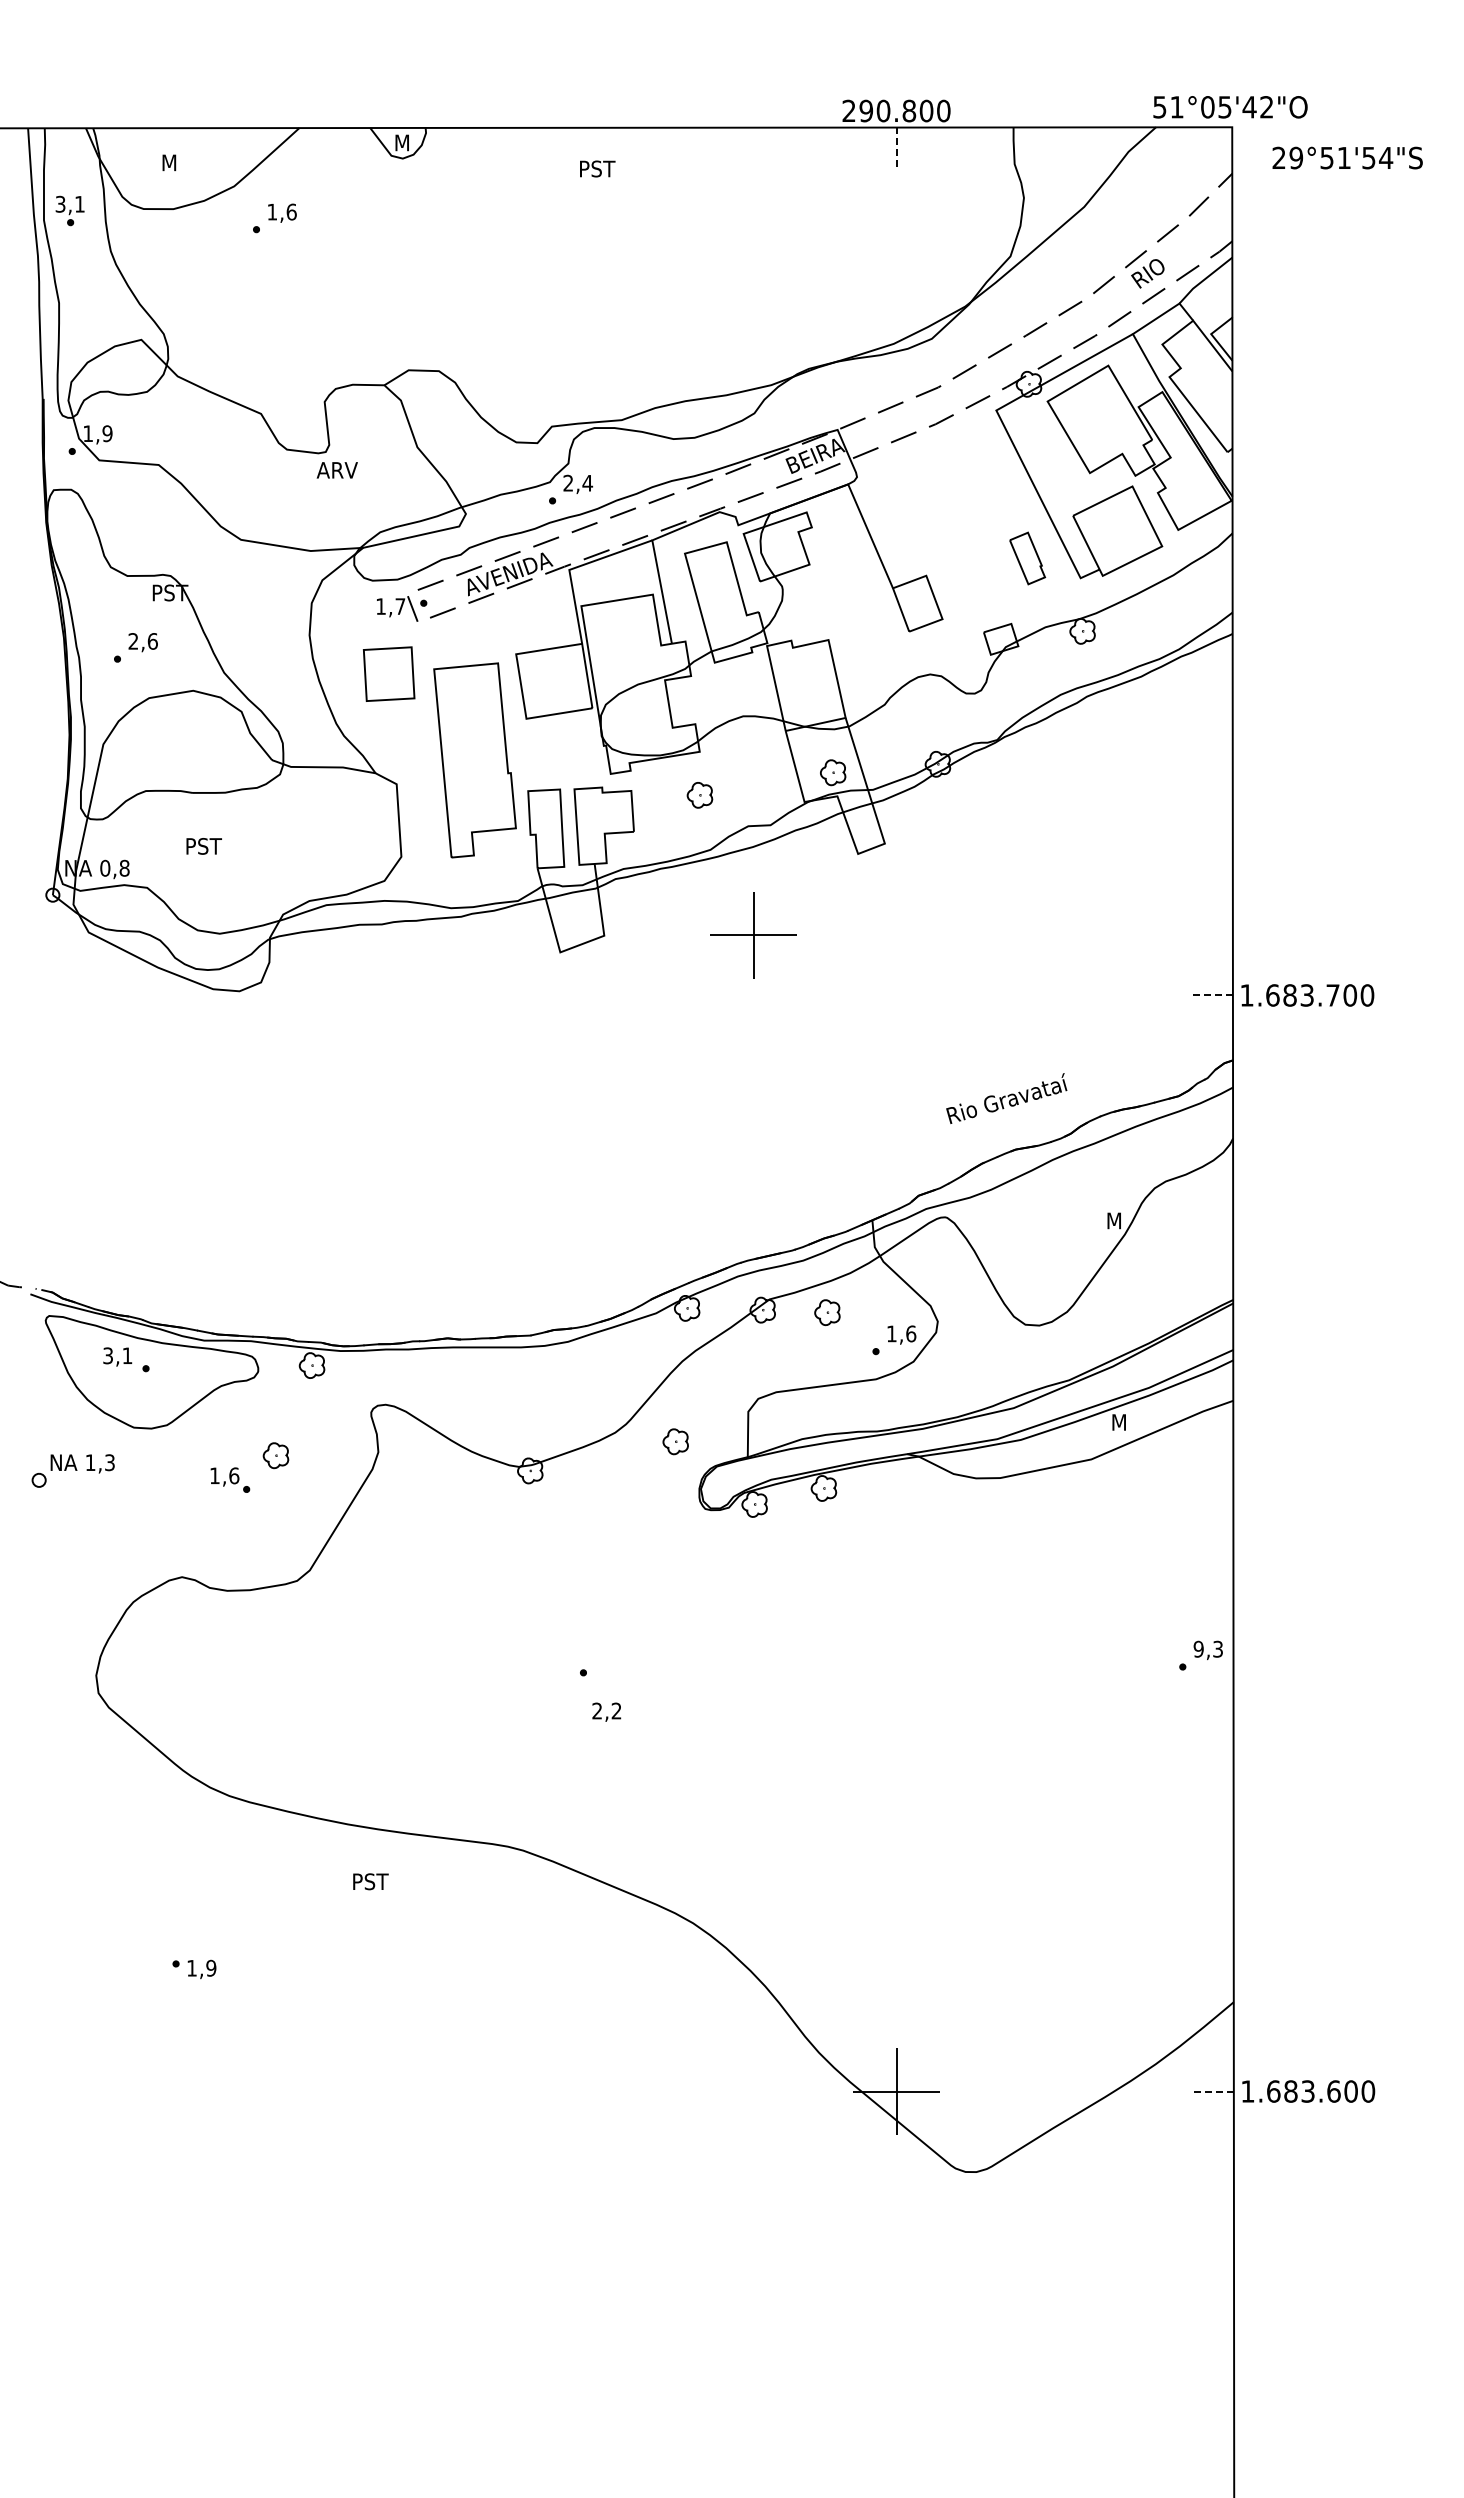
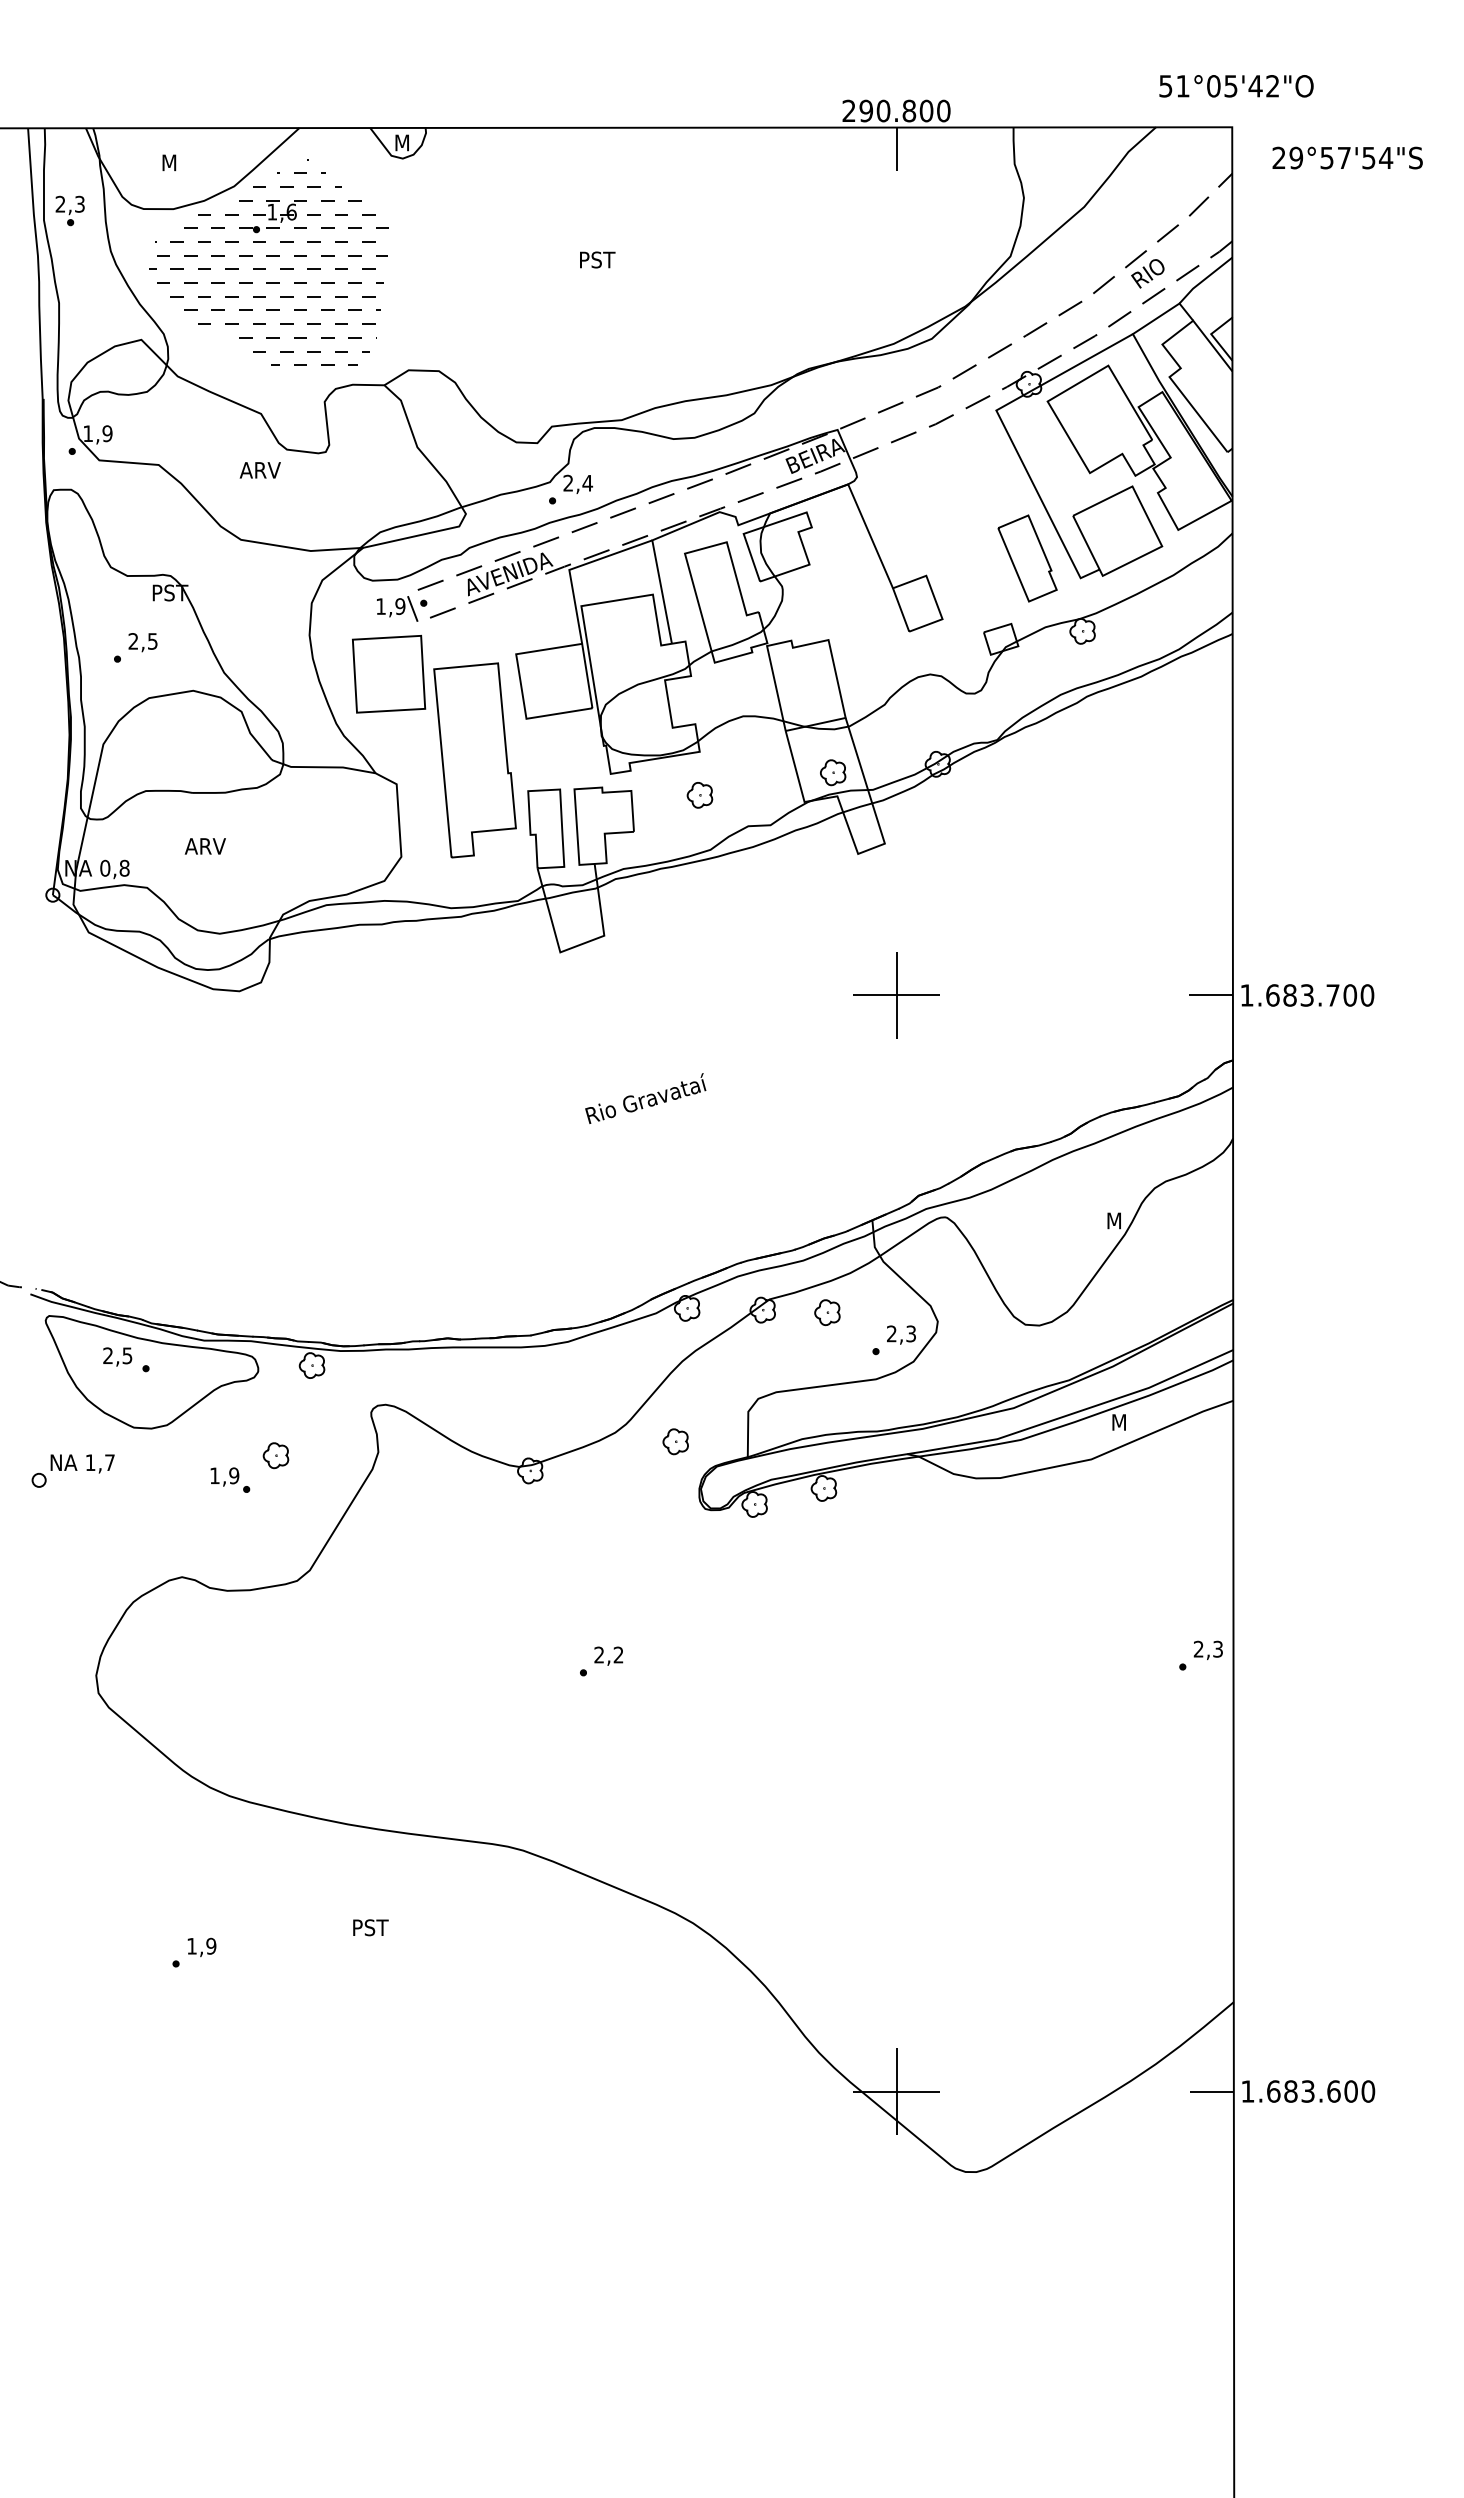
text at (1230, 107) position: (1230, 107) -> (1236, 86)
line at (896, 149): dashed -> solid
text at (1344, 157): 29°51'54"S -> 29°57'54"S
text at (597, 168) position: (597, 168) -> (597, 259)
text at (69, 203): 3,1 -> 2,3
hatch at (268, 262): none -> present
text at (336, 470) position: (336, 470) -> (259, 470)
part at (1027, 558) size: 38x55 px -> 61x89 px
text at (400, 606): 1,7 -> 1,9
text at (152, 641): 2,6 -> 2,5
part at (388, 673) size: 54x56 px -> 75x80 px
text at (204, 846): PST -> ARV
part at (753, 935) position: (753, 935) -> (896, 995)
line at (1211, 995): dashed -> solid
text at (1006, 1098) position: (1006, 1098) -> (645, 1098)
text at (901, 1333): 1,6 -> 2,3
text at (117, 1355): 3,1 -> 2,5
text at (109, 1462): 1,3 -> 1,7
text at (234, 1475): 1,6 -> 1,9
text at (1198, 1649): 9,3 -> 2,3
text at (606, 1711) position: (606, 1711) -> (608, 1655)
text at (370, 1881) position: (370, 1881) -> (370, 1927)
text at (201, 1969) position: (201, 1969) -> (201, 1947)
line at (1211, 2091): dashed -> solid
